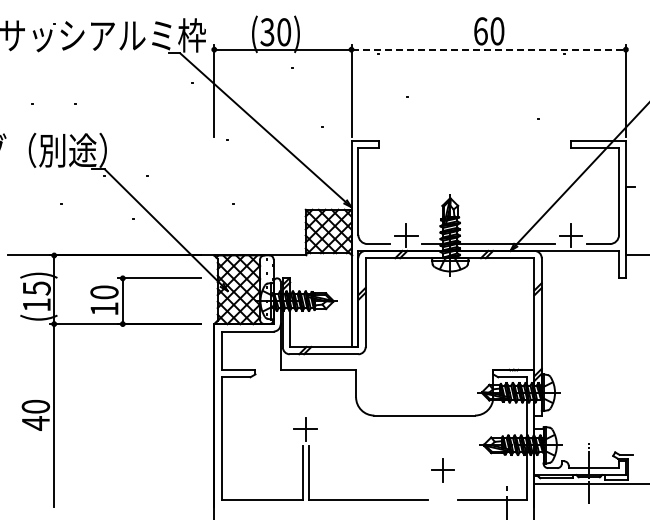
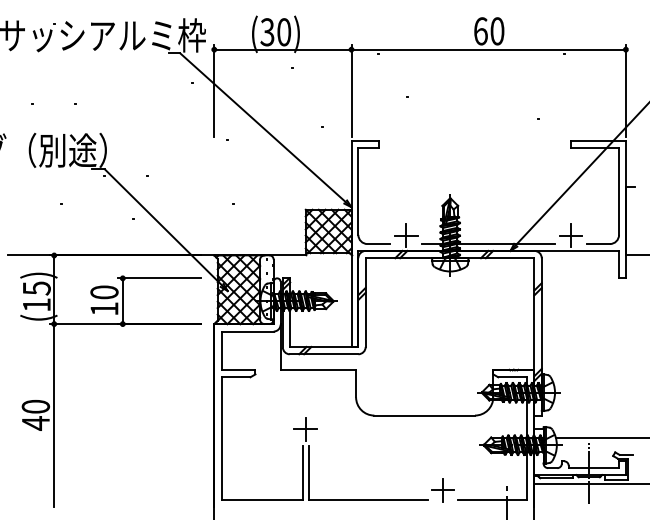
line at (489, 49): dashed -> solid
line at (601, 438): none -> present
part at (442, 470) position: (442, 470) -> (442, 490)
